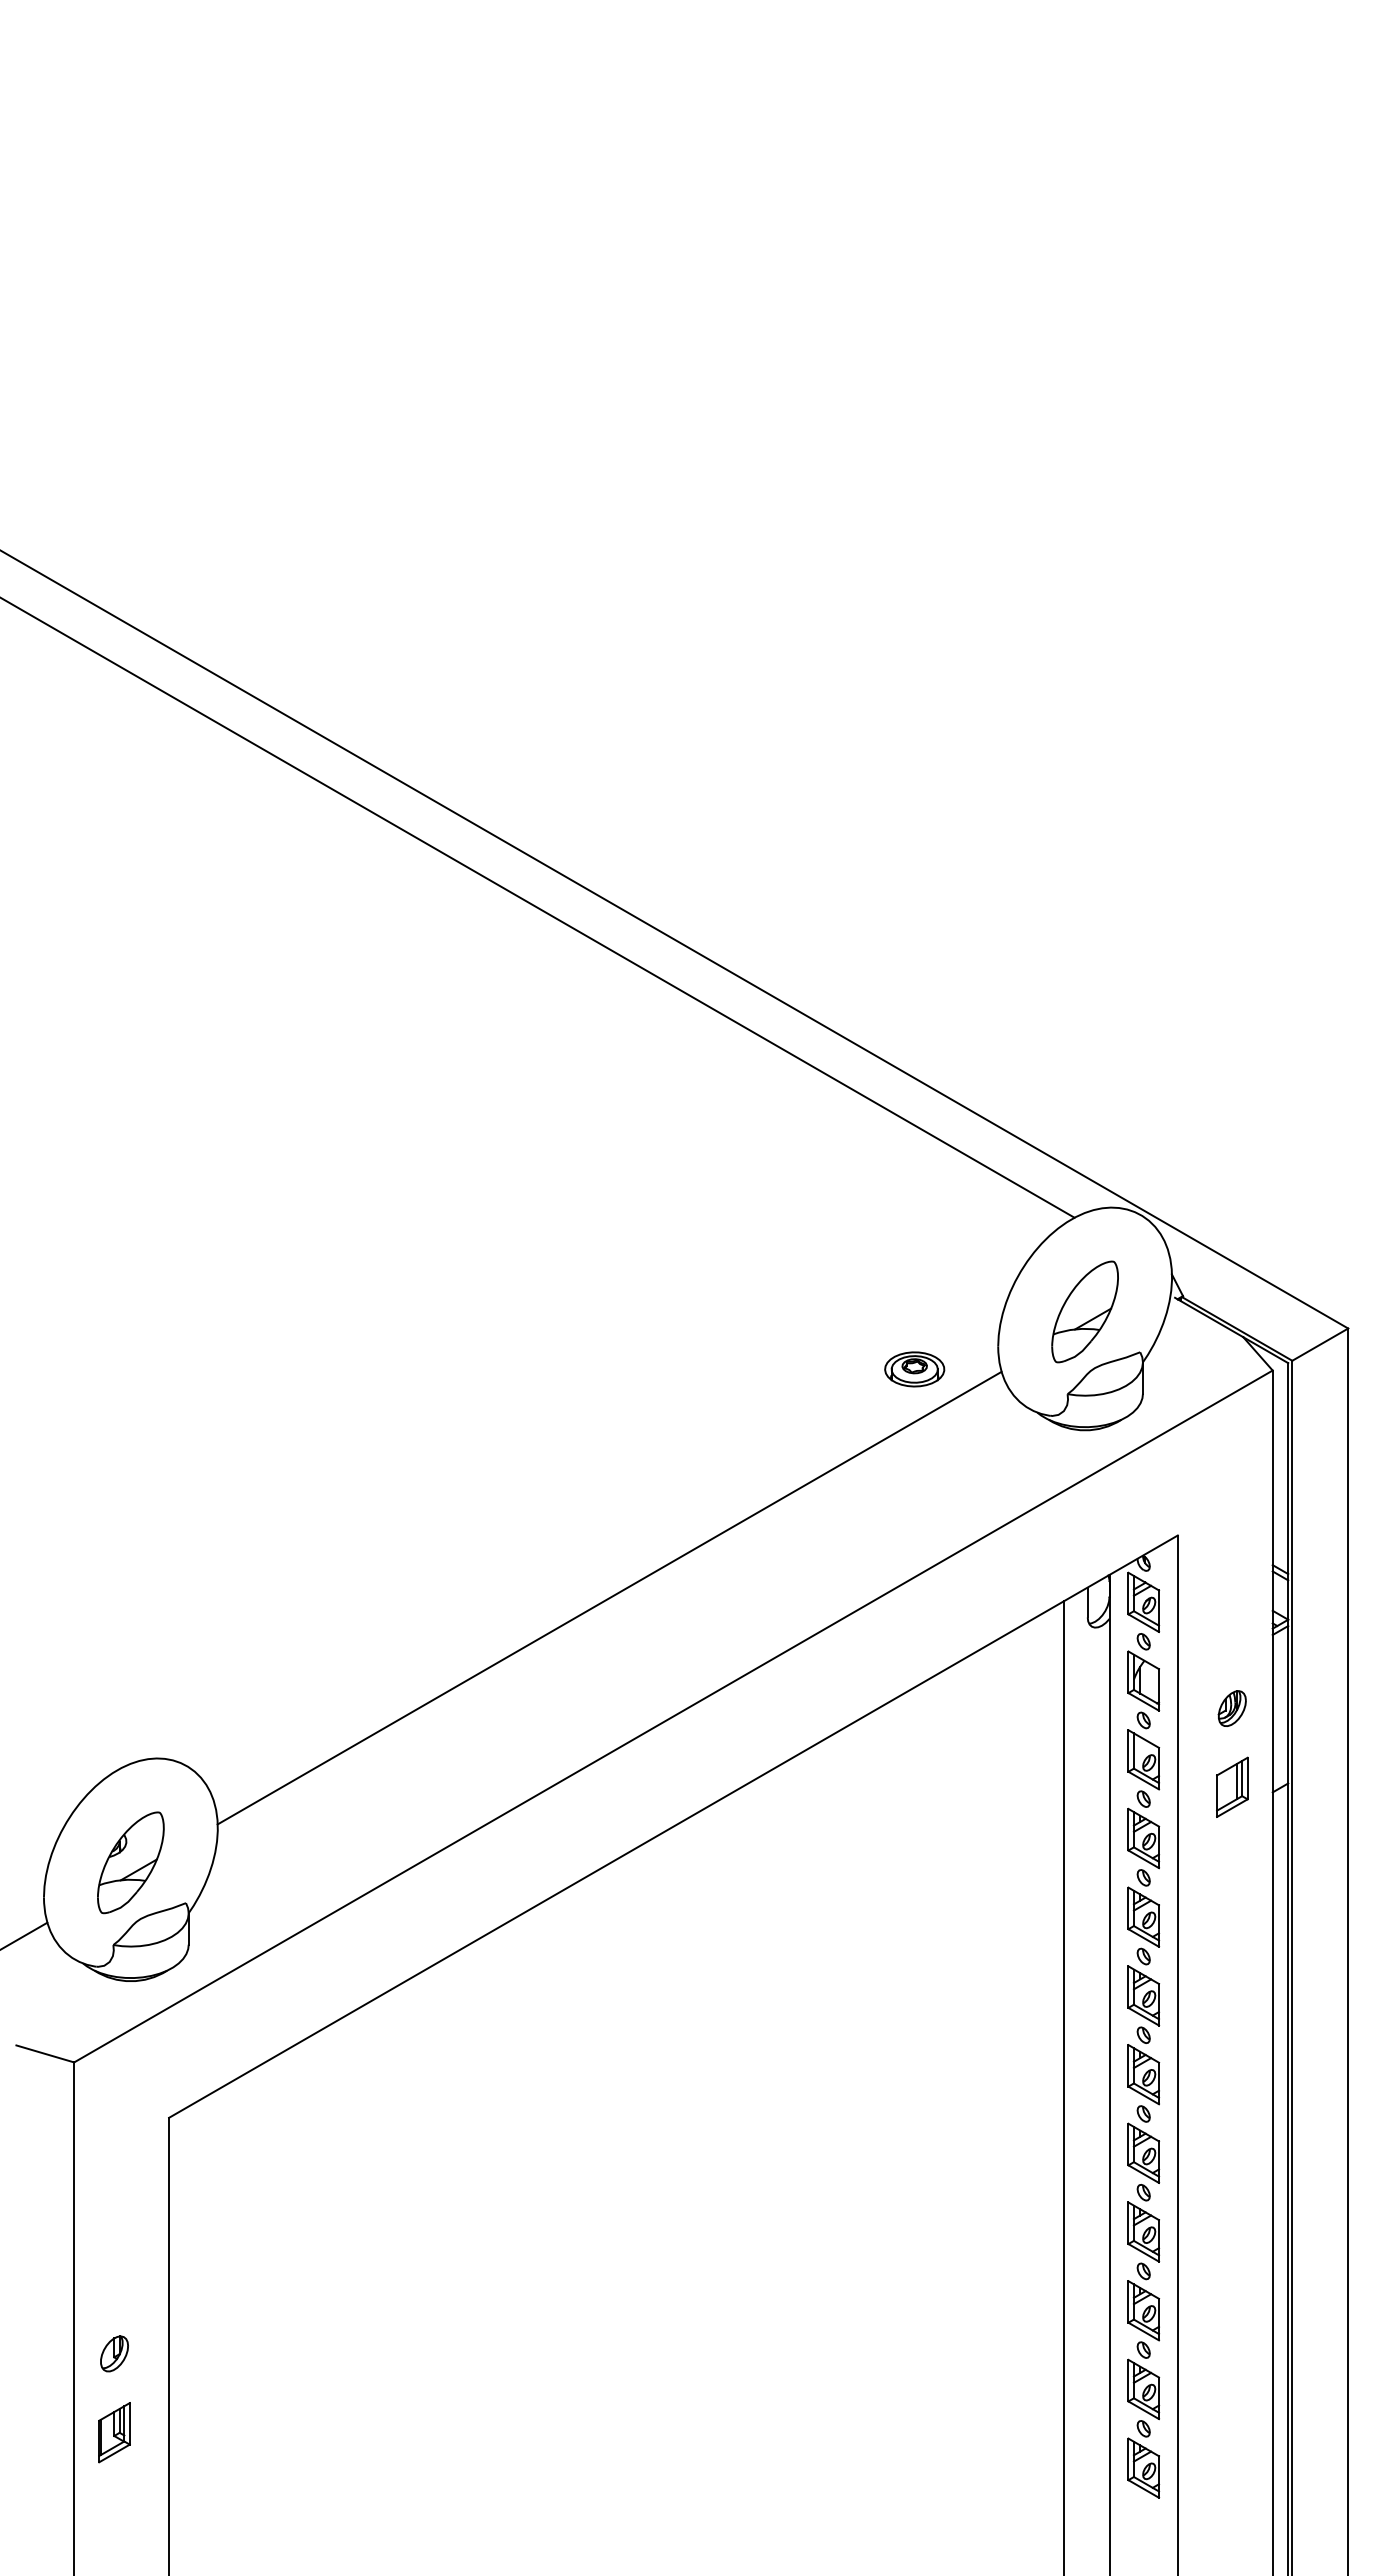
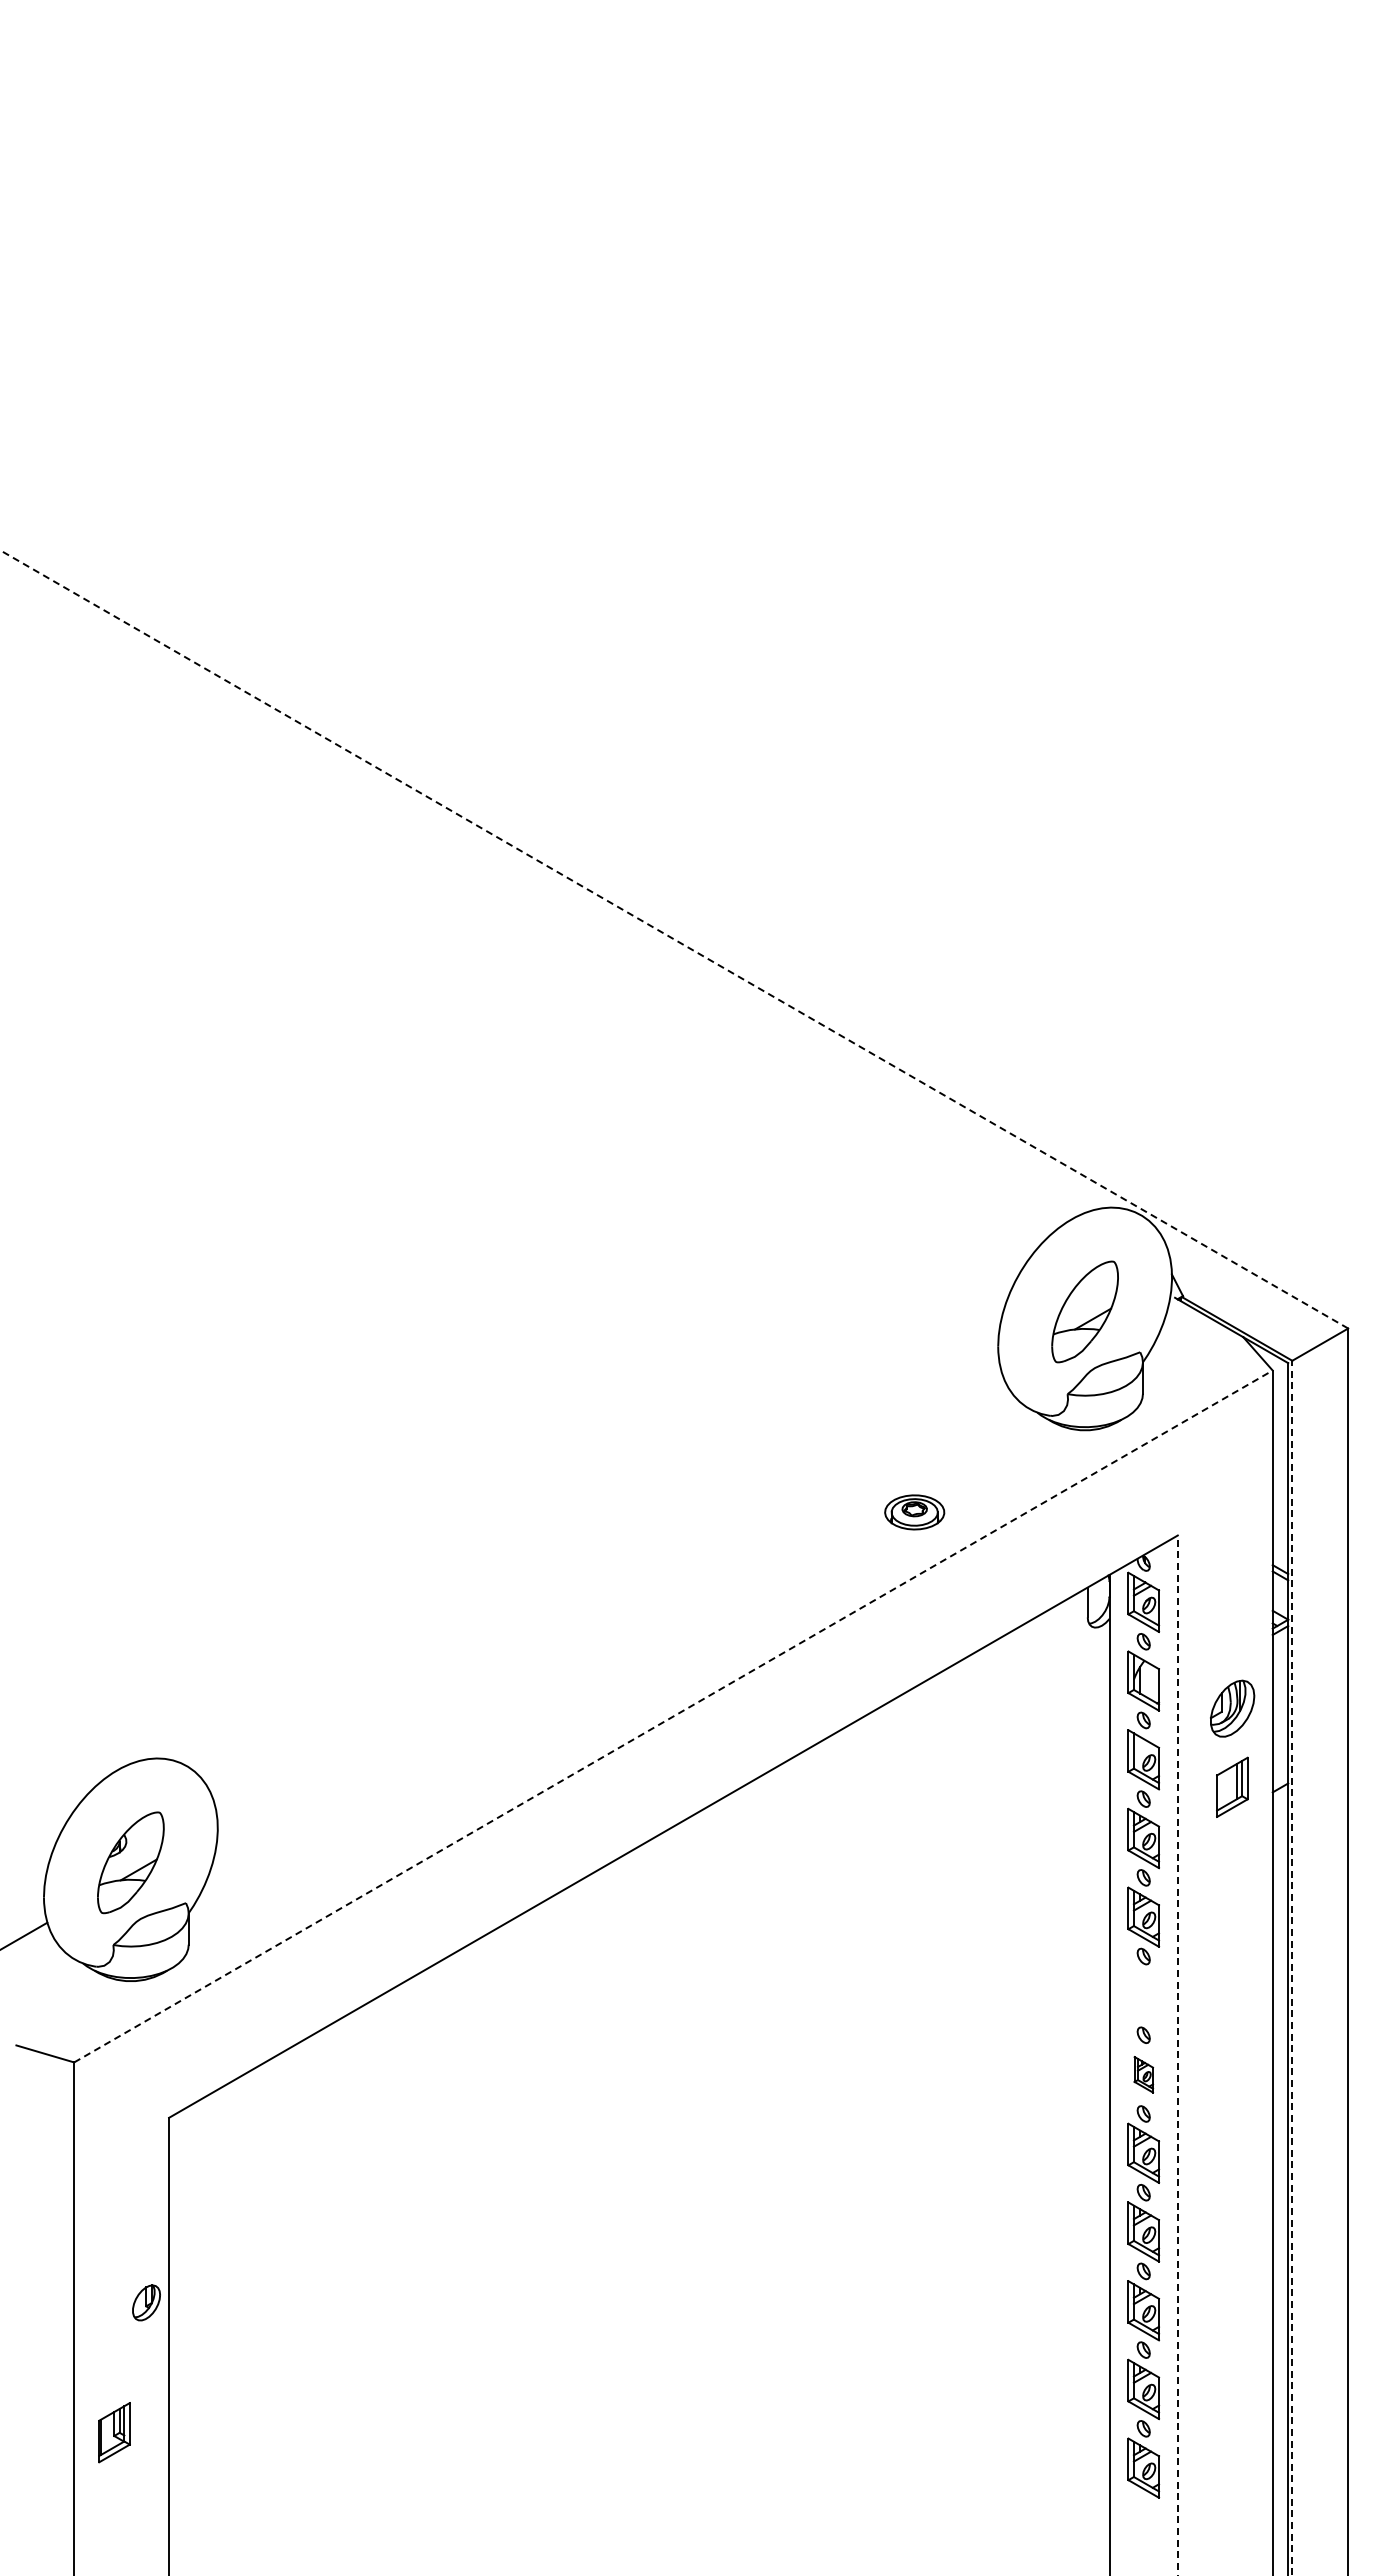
line at (538, 907): present -> none
line at (674, 939): solid -> dashed
part at (914, 1369) position: (914, 1369) -> (914, 1512)
line at (609, 1597): present -> none
part at (1231, 1708) size: 30x37 px -> 46x59 px
line at (673, 1716): solid -> dashed
line at (1292, 1967): solid -> dashed
part at (1143, 1995): present -> none
line at (1177, 2055): solid -> dashed
part at (1143, 2074) size: 34x62 px -> 22x38 px
line at (1063, 2086): present -> none
part at (114, 2353) position: (114, 2353) -> (146, 2302)
